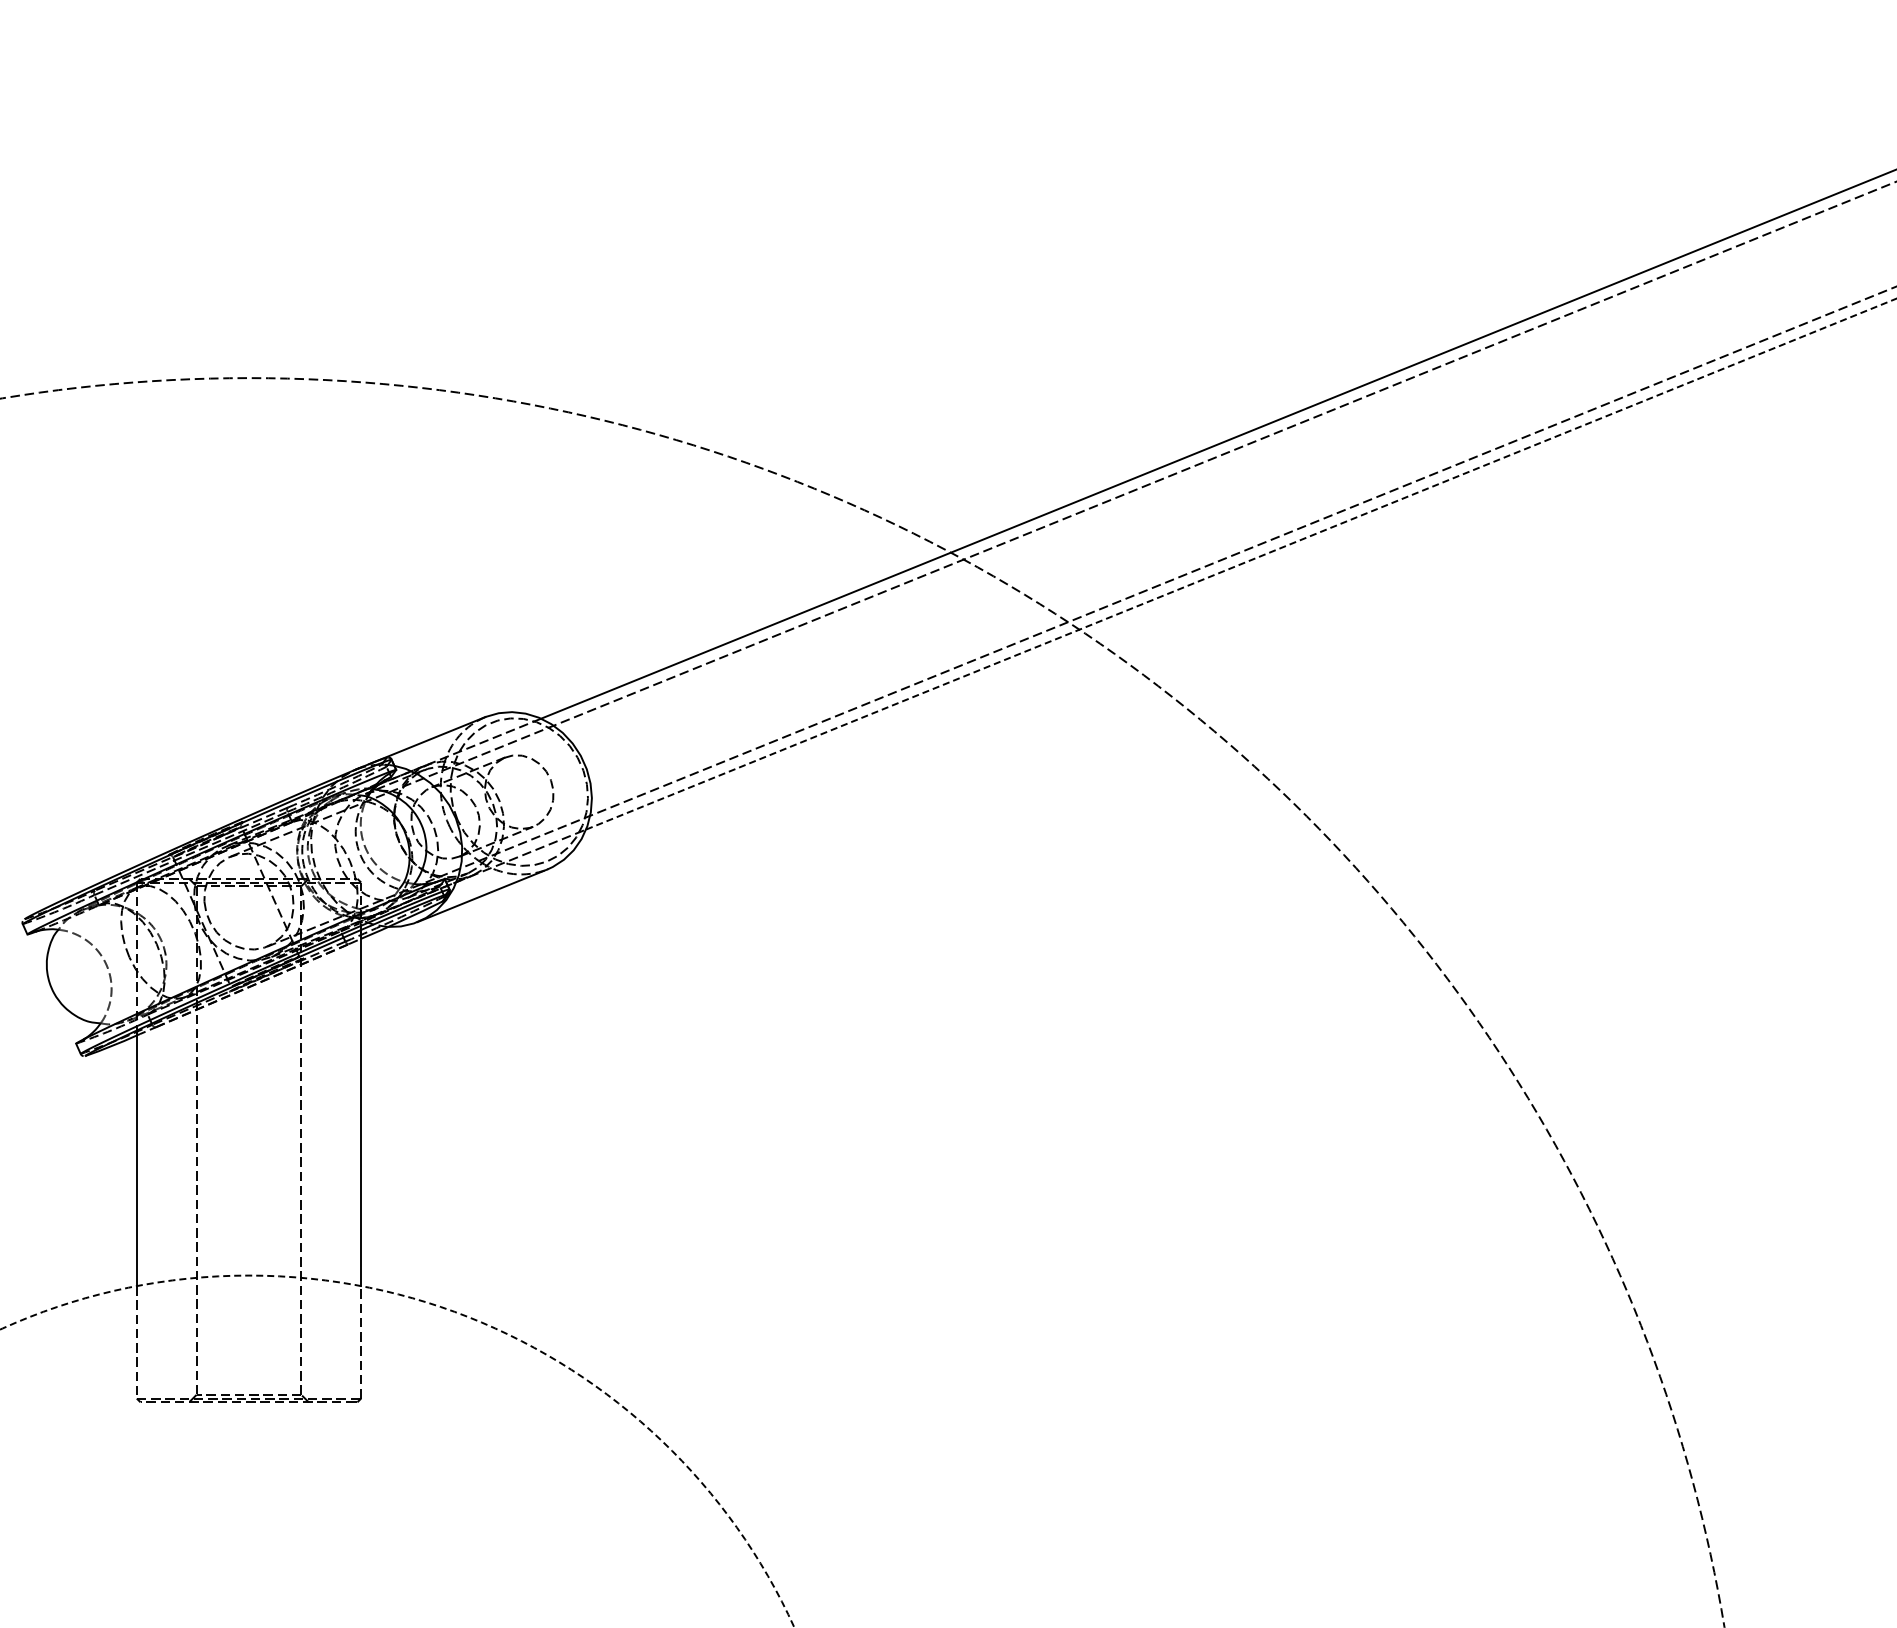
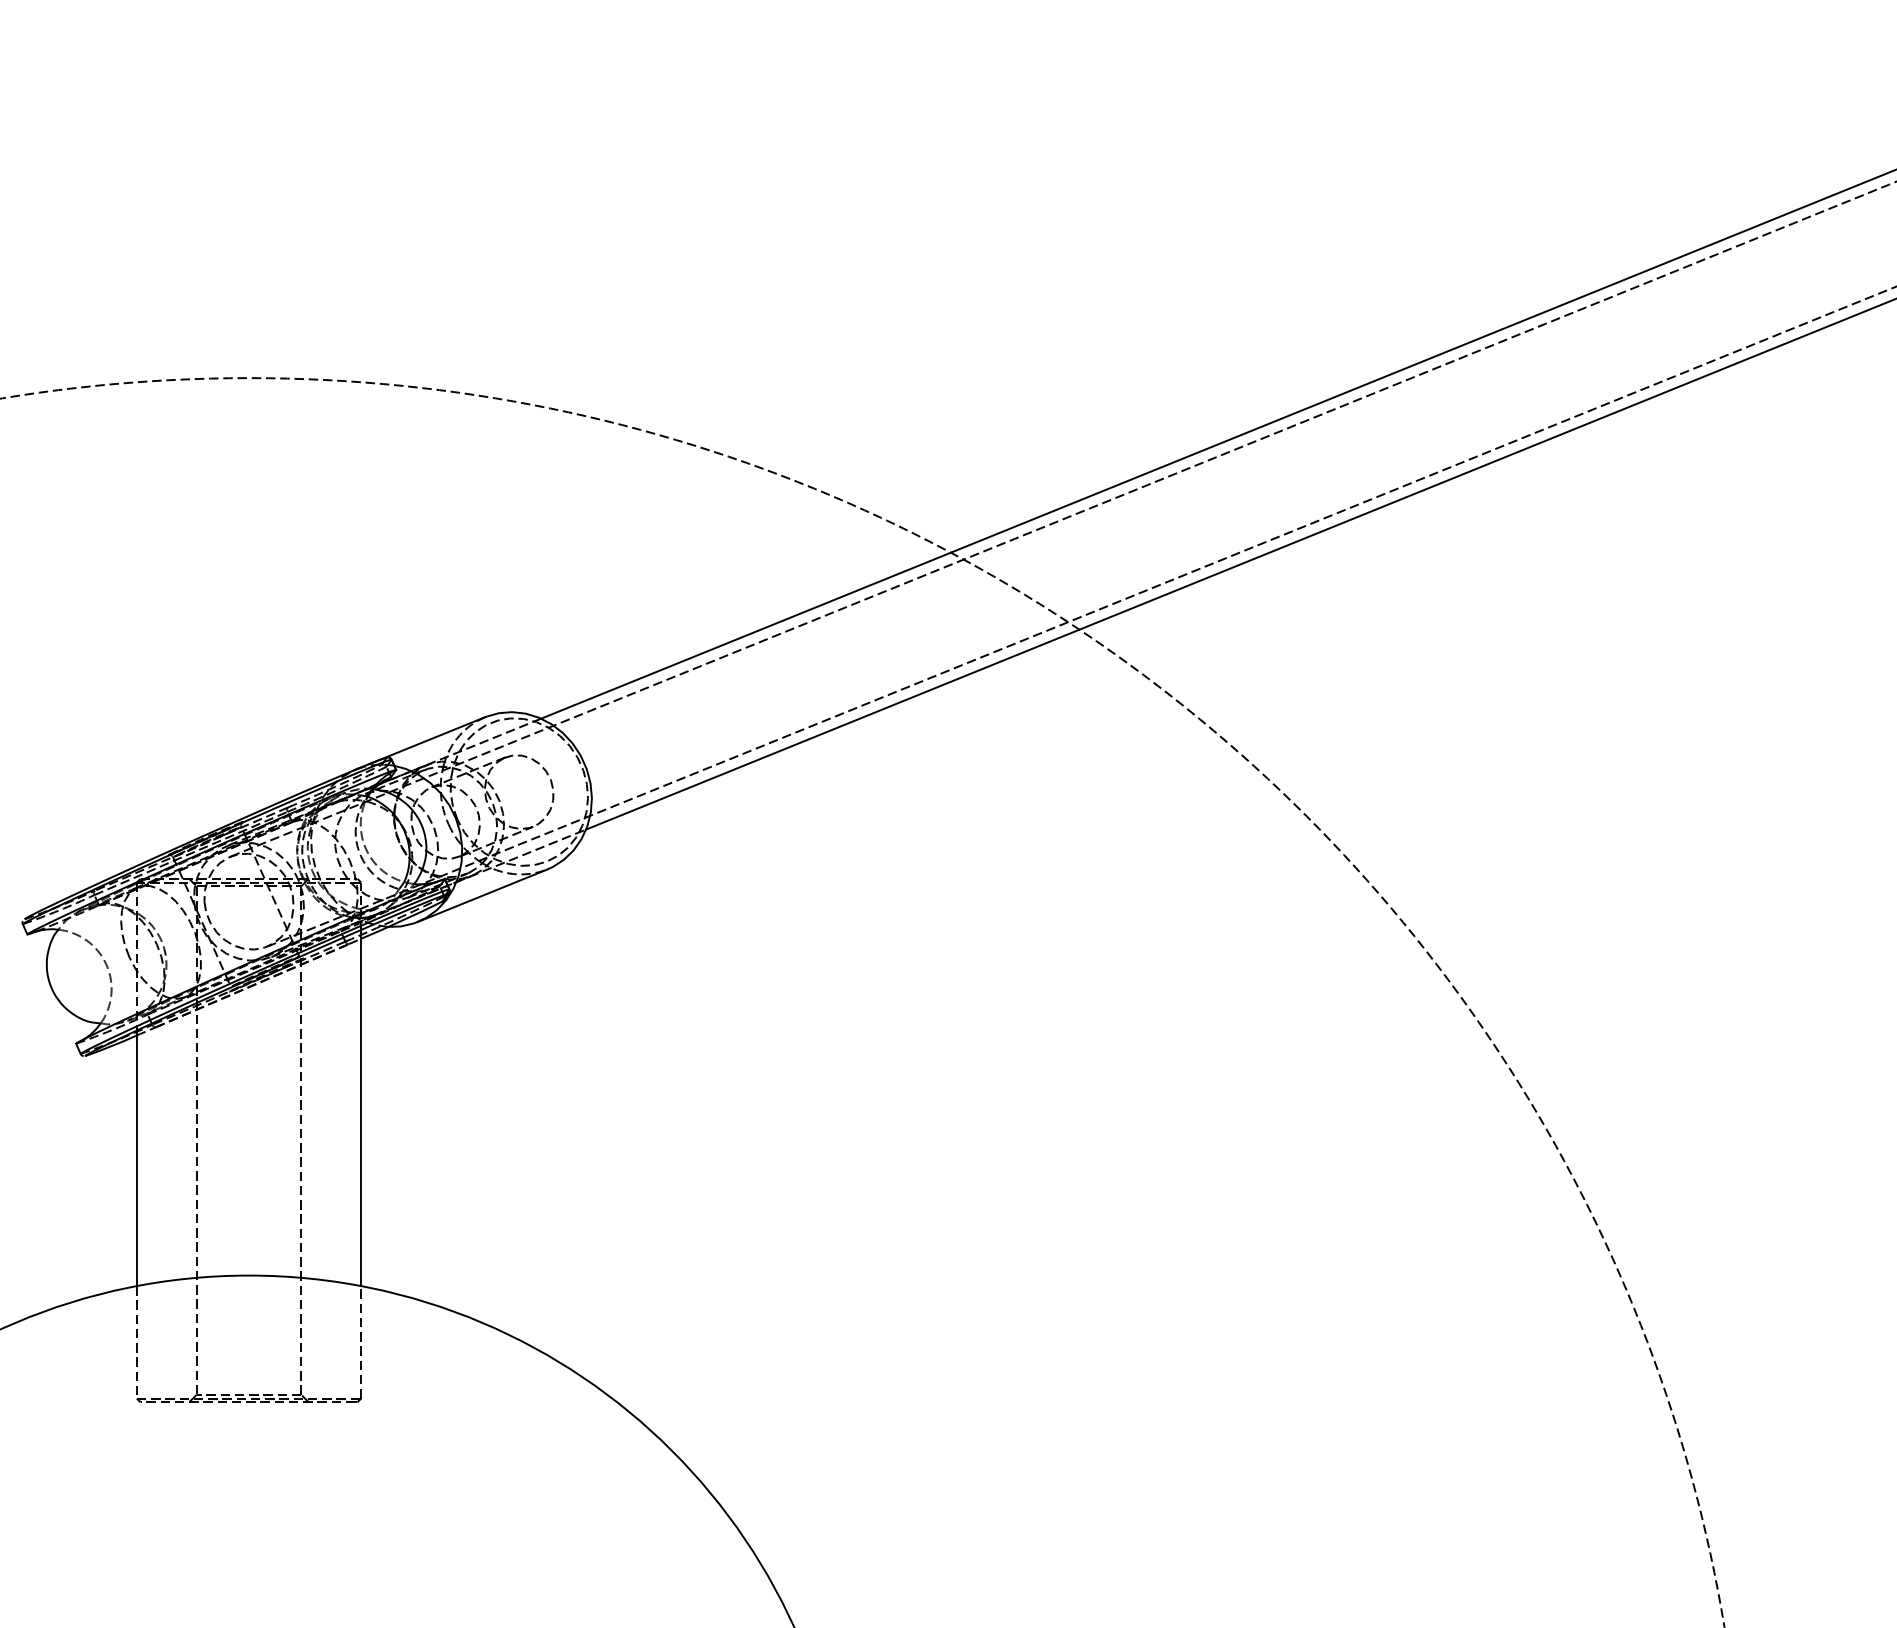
line at (1241, 564): dashed -> solid
circle at (397, 1451): dashed -> solid
